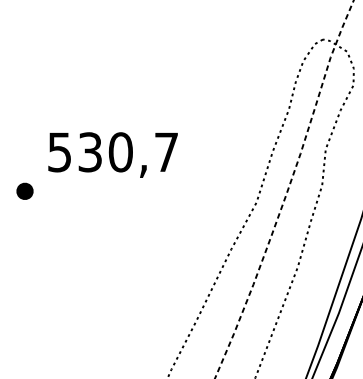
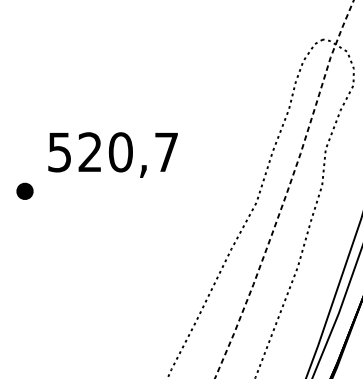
text at (89, 152): 530,7 -> 520,7
